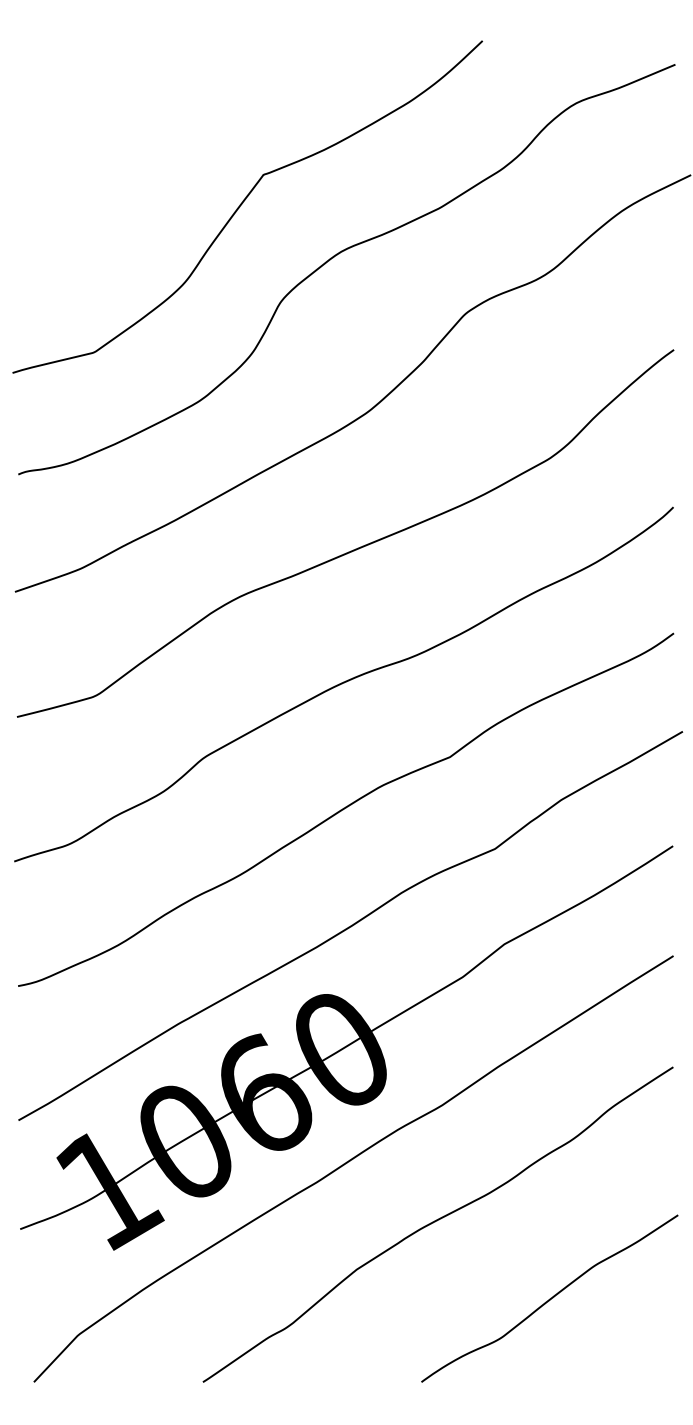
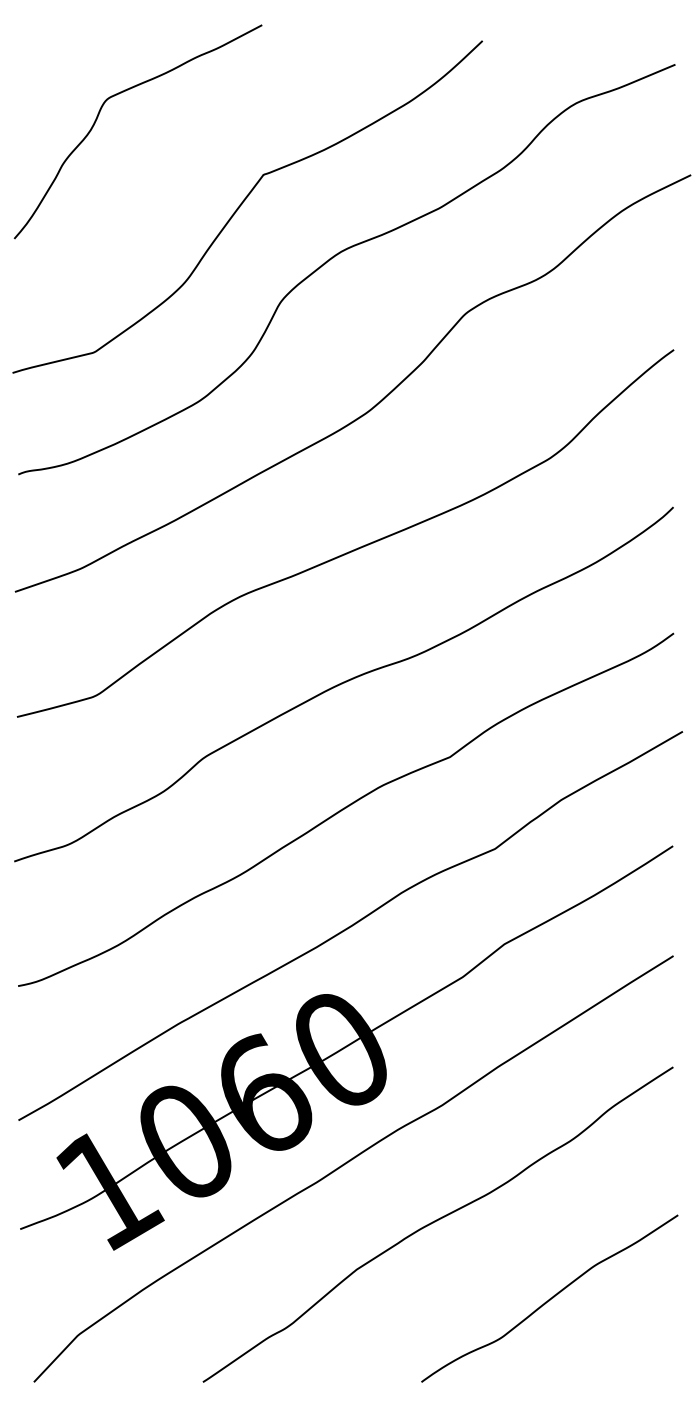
curve at (119, 94): none -> present
